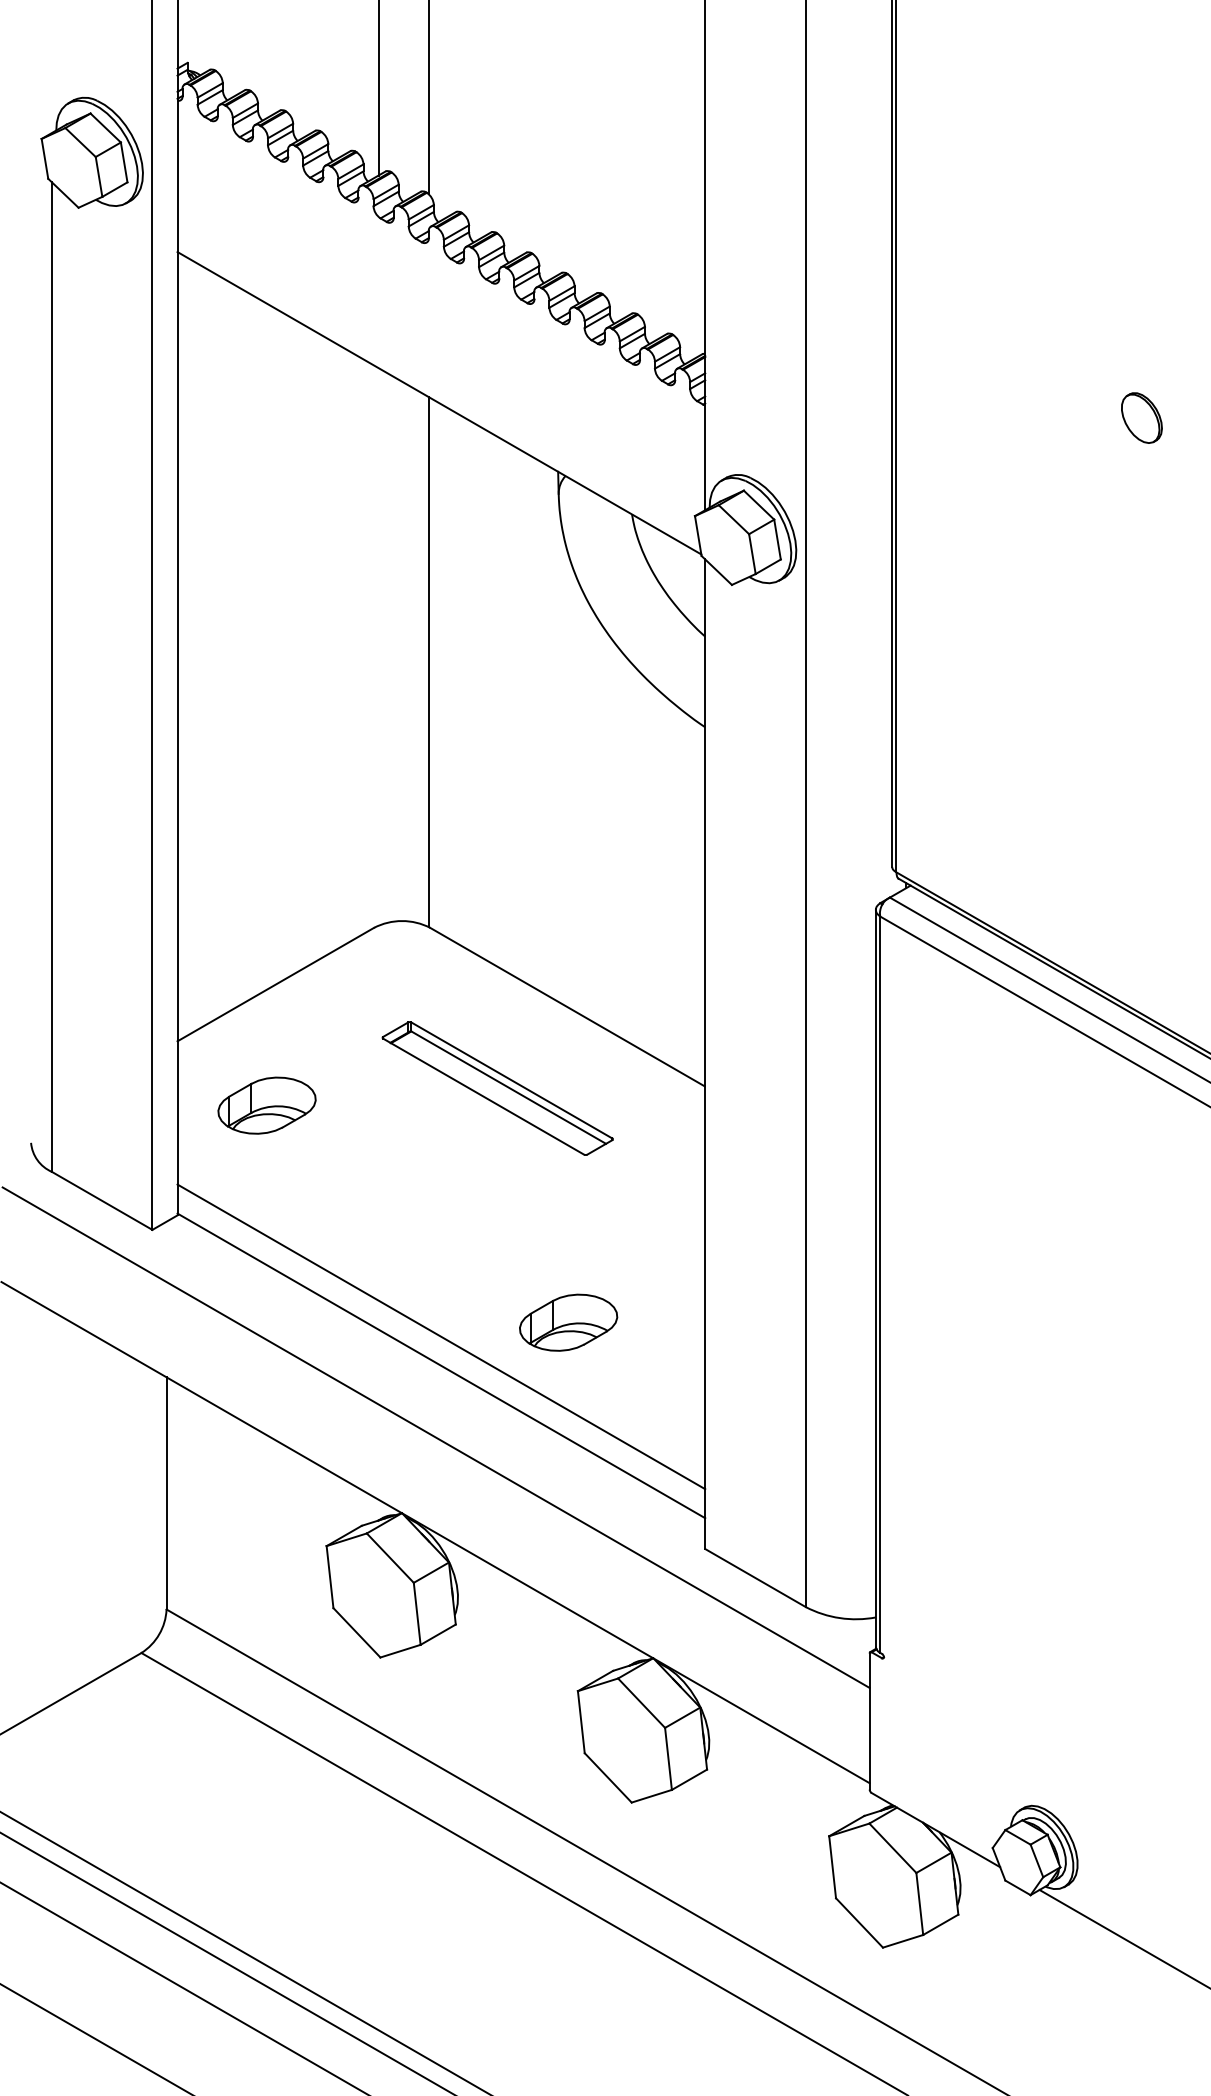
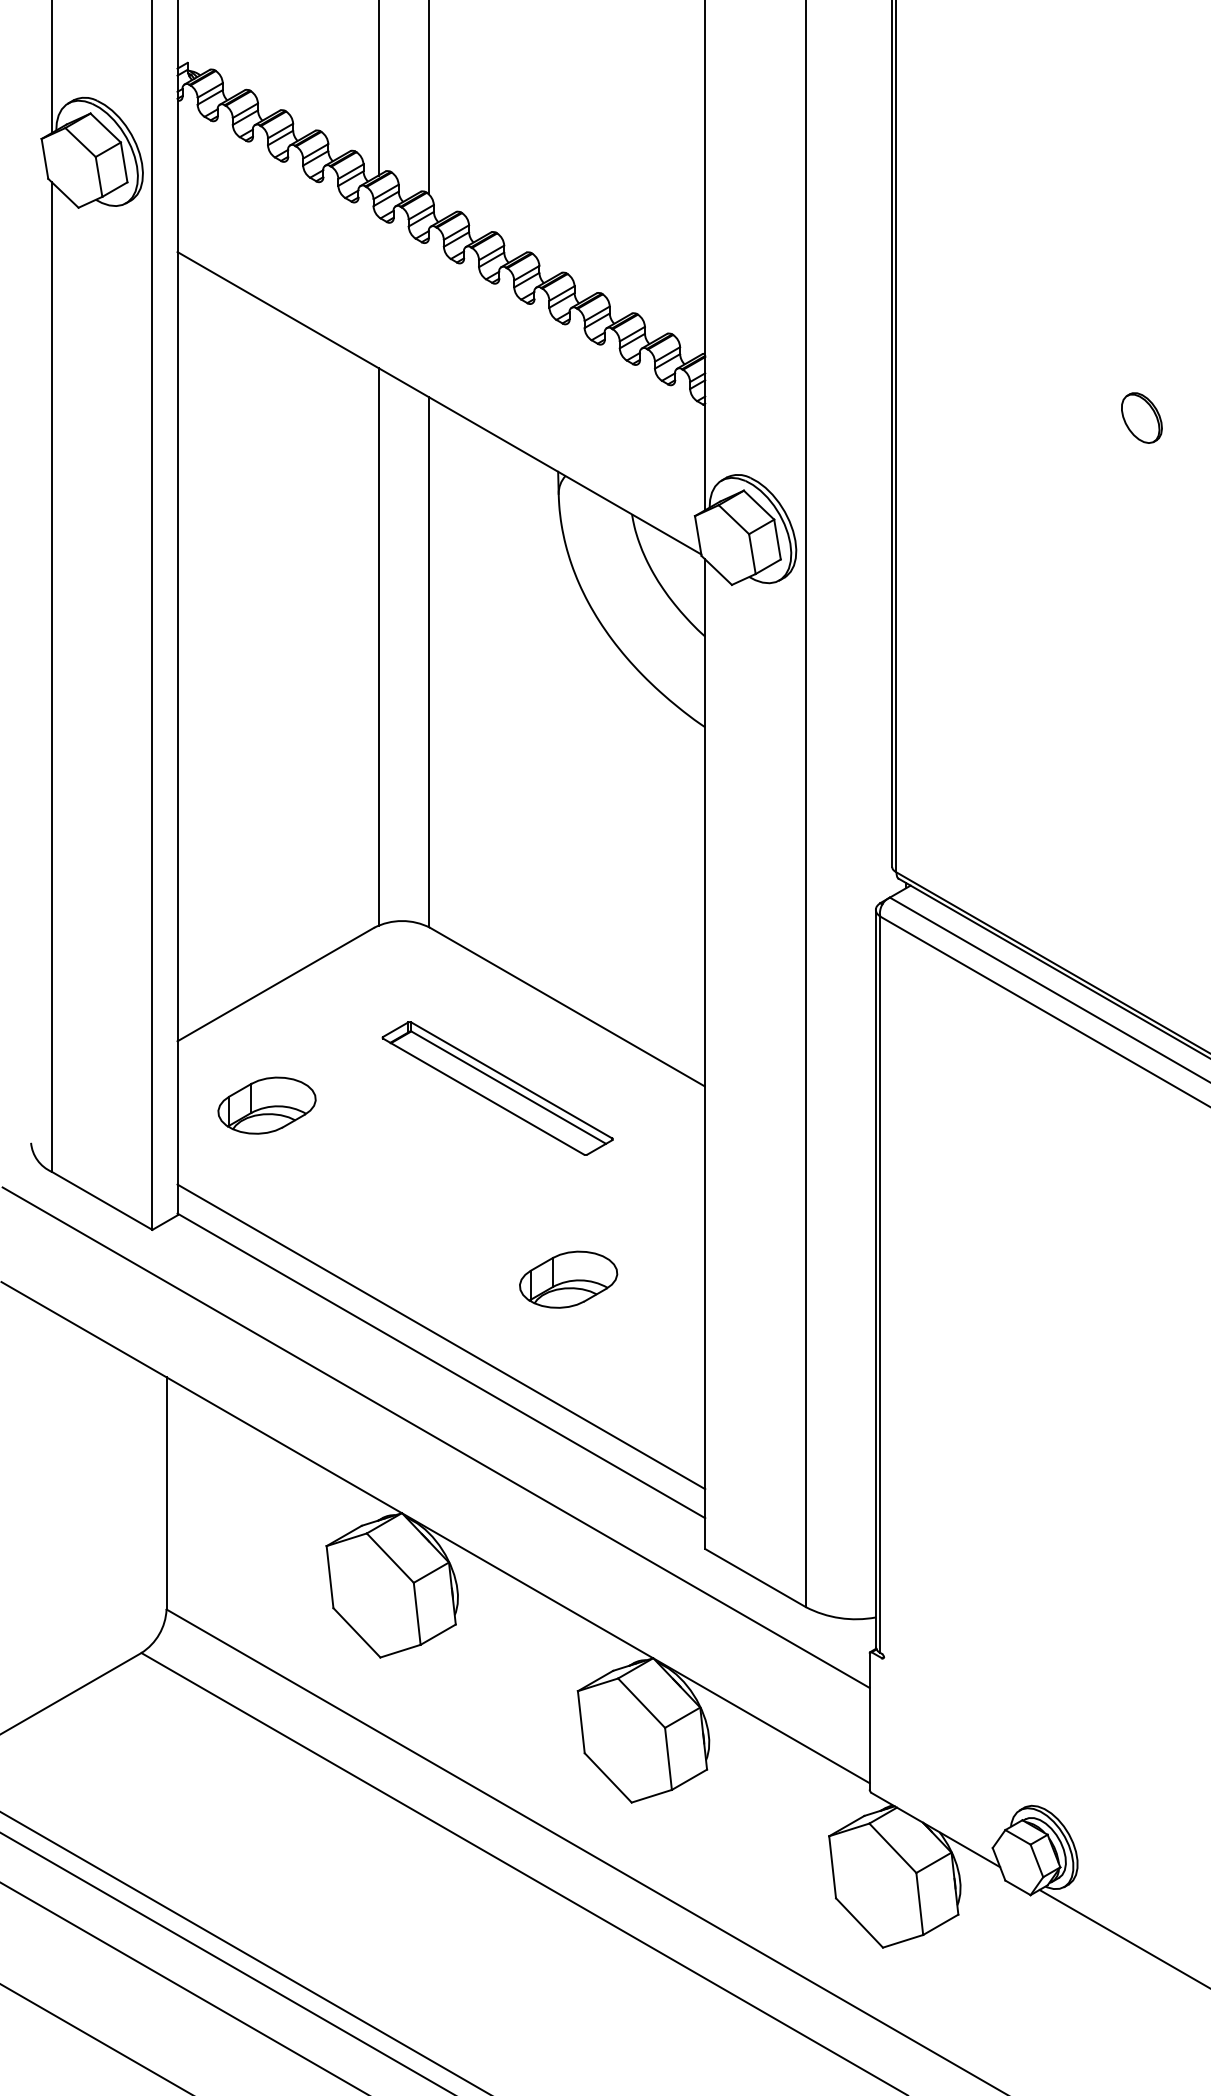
line at (51, 67): none -> present
line at (378, 646): none -> present
part at (568, 1322) position: (568, 1322) -> (568, 1279)
